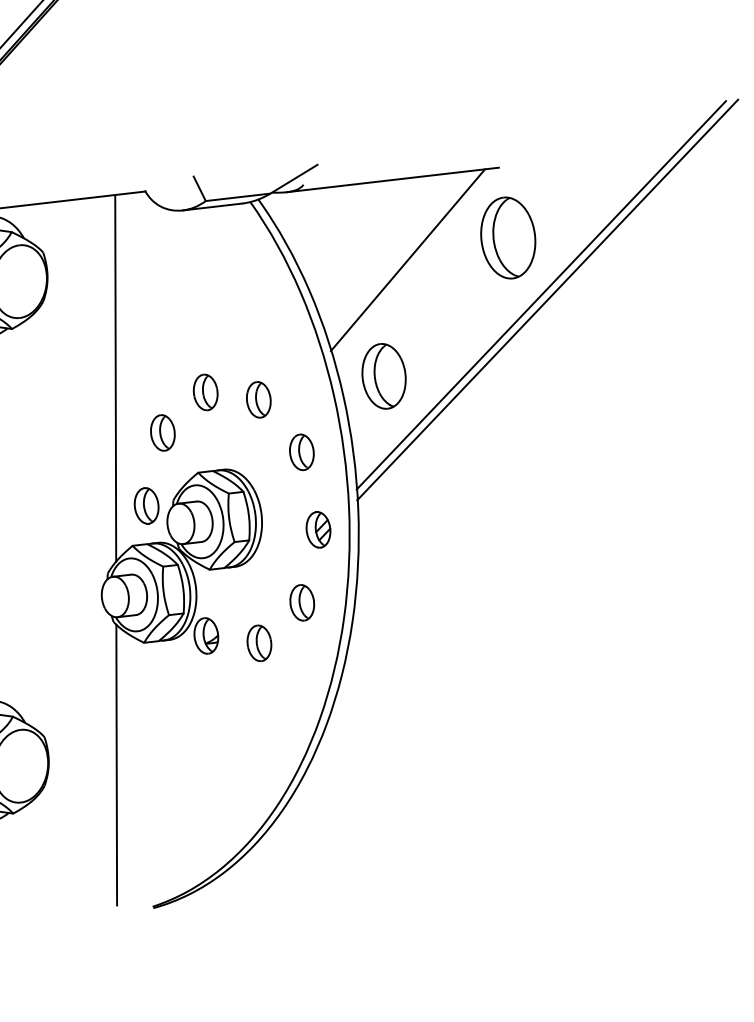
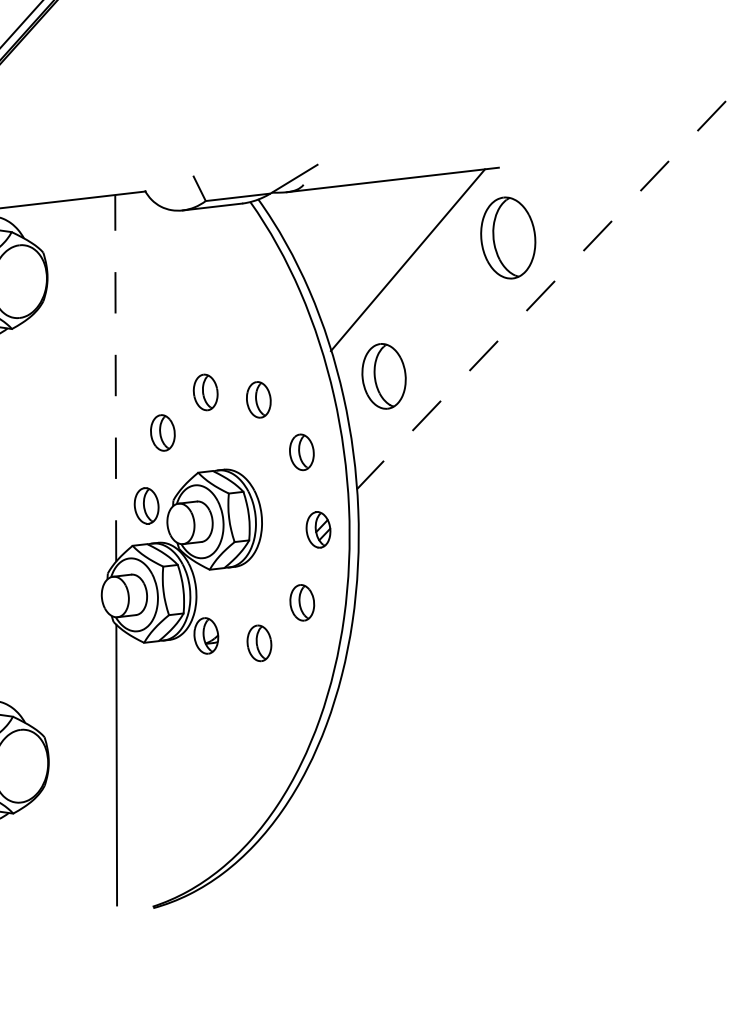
line at (541, 295): solid -> dashed
line at (547, 299): present -> none
line at (115, 377): solid -> dashed
